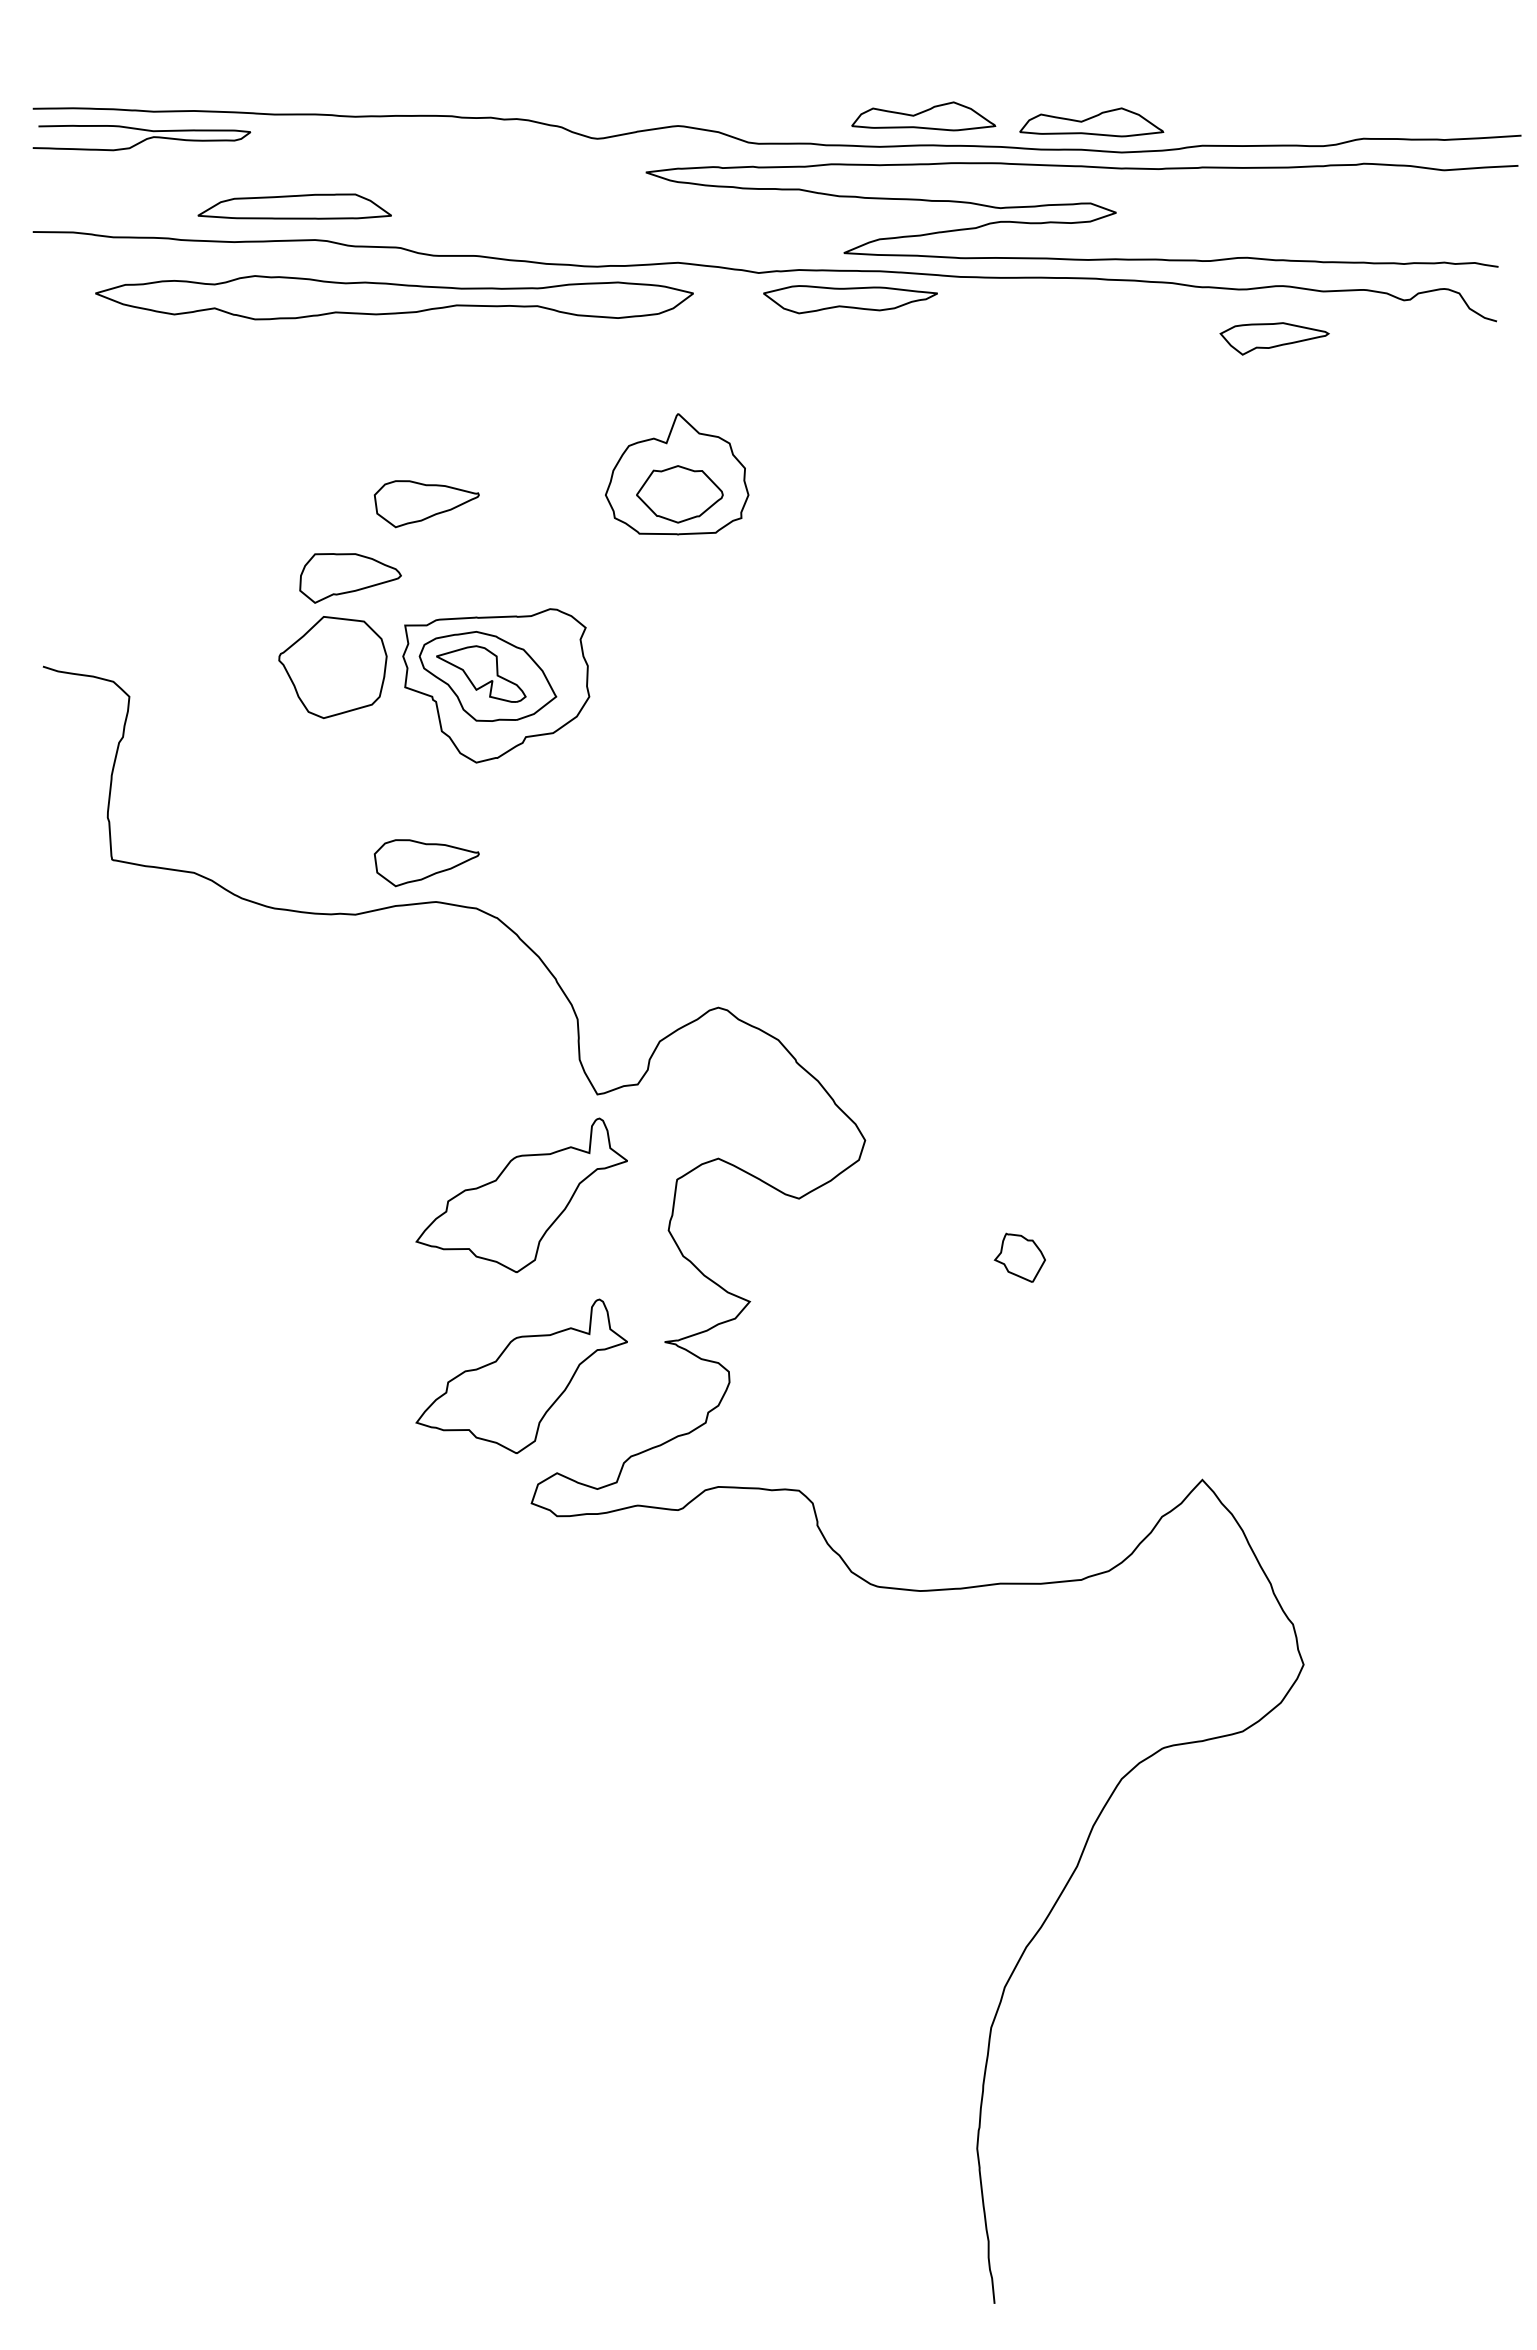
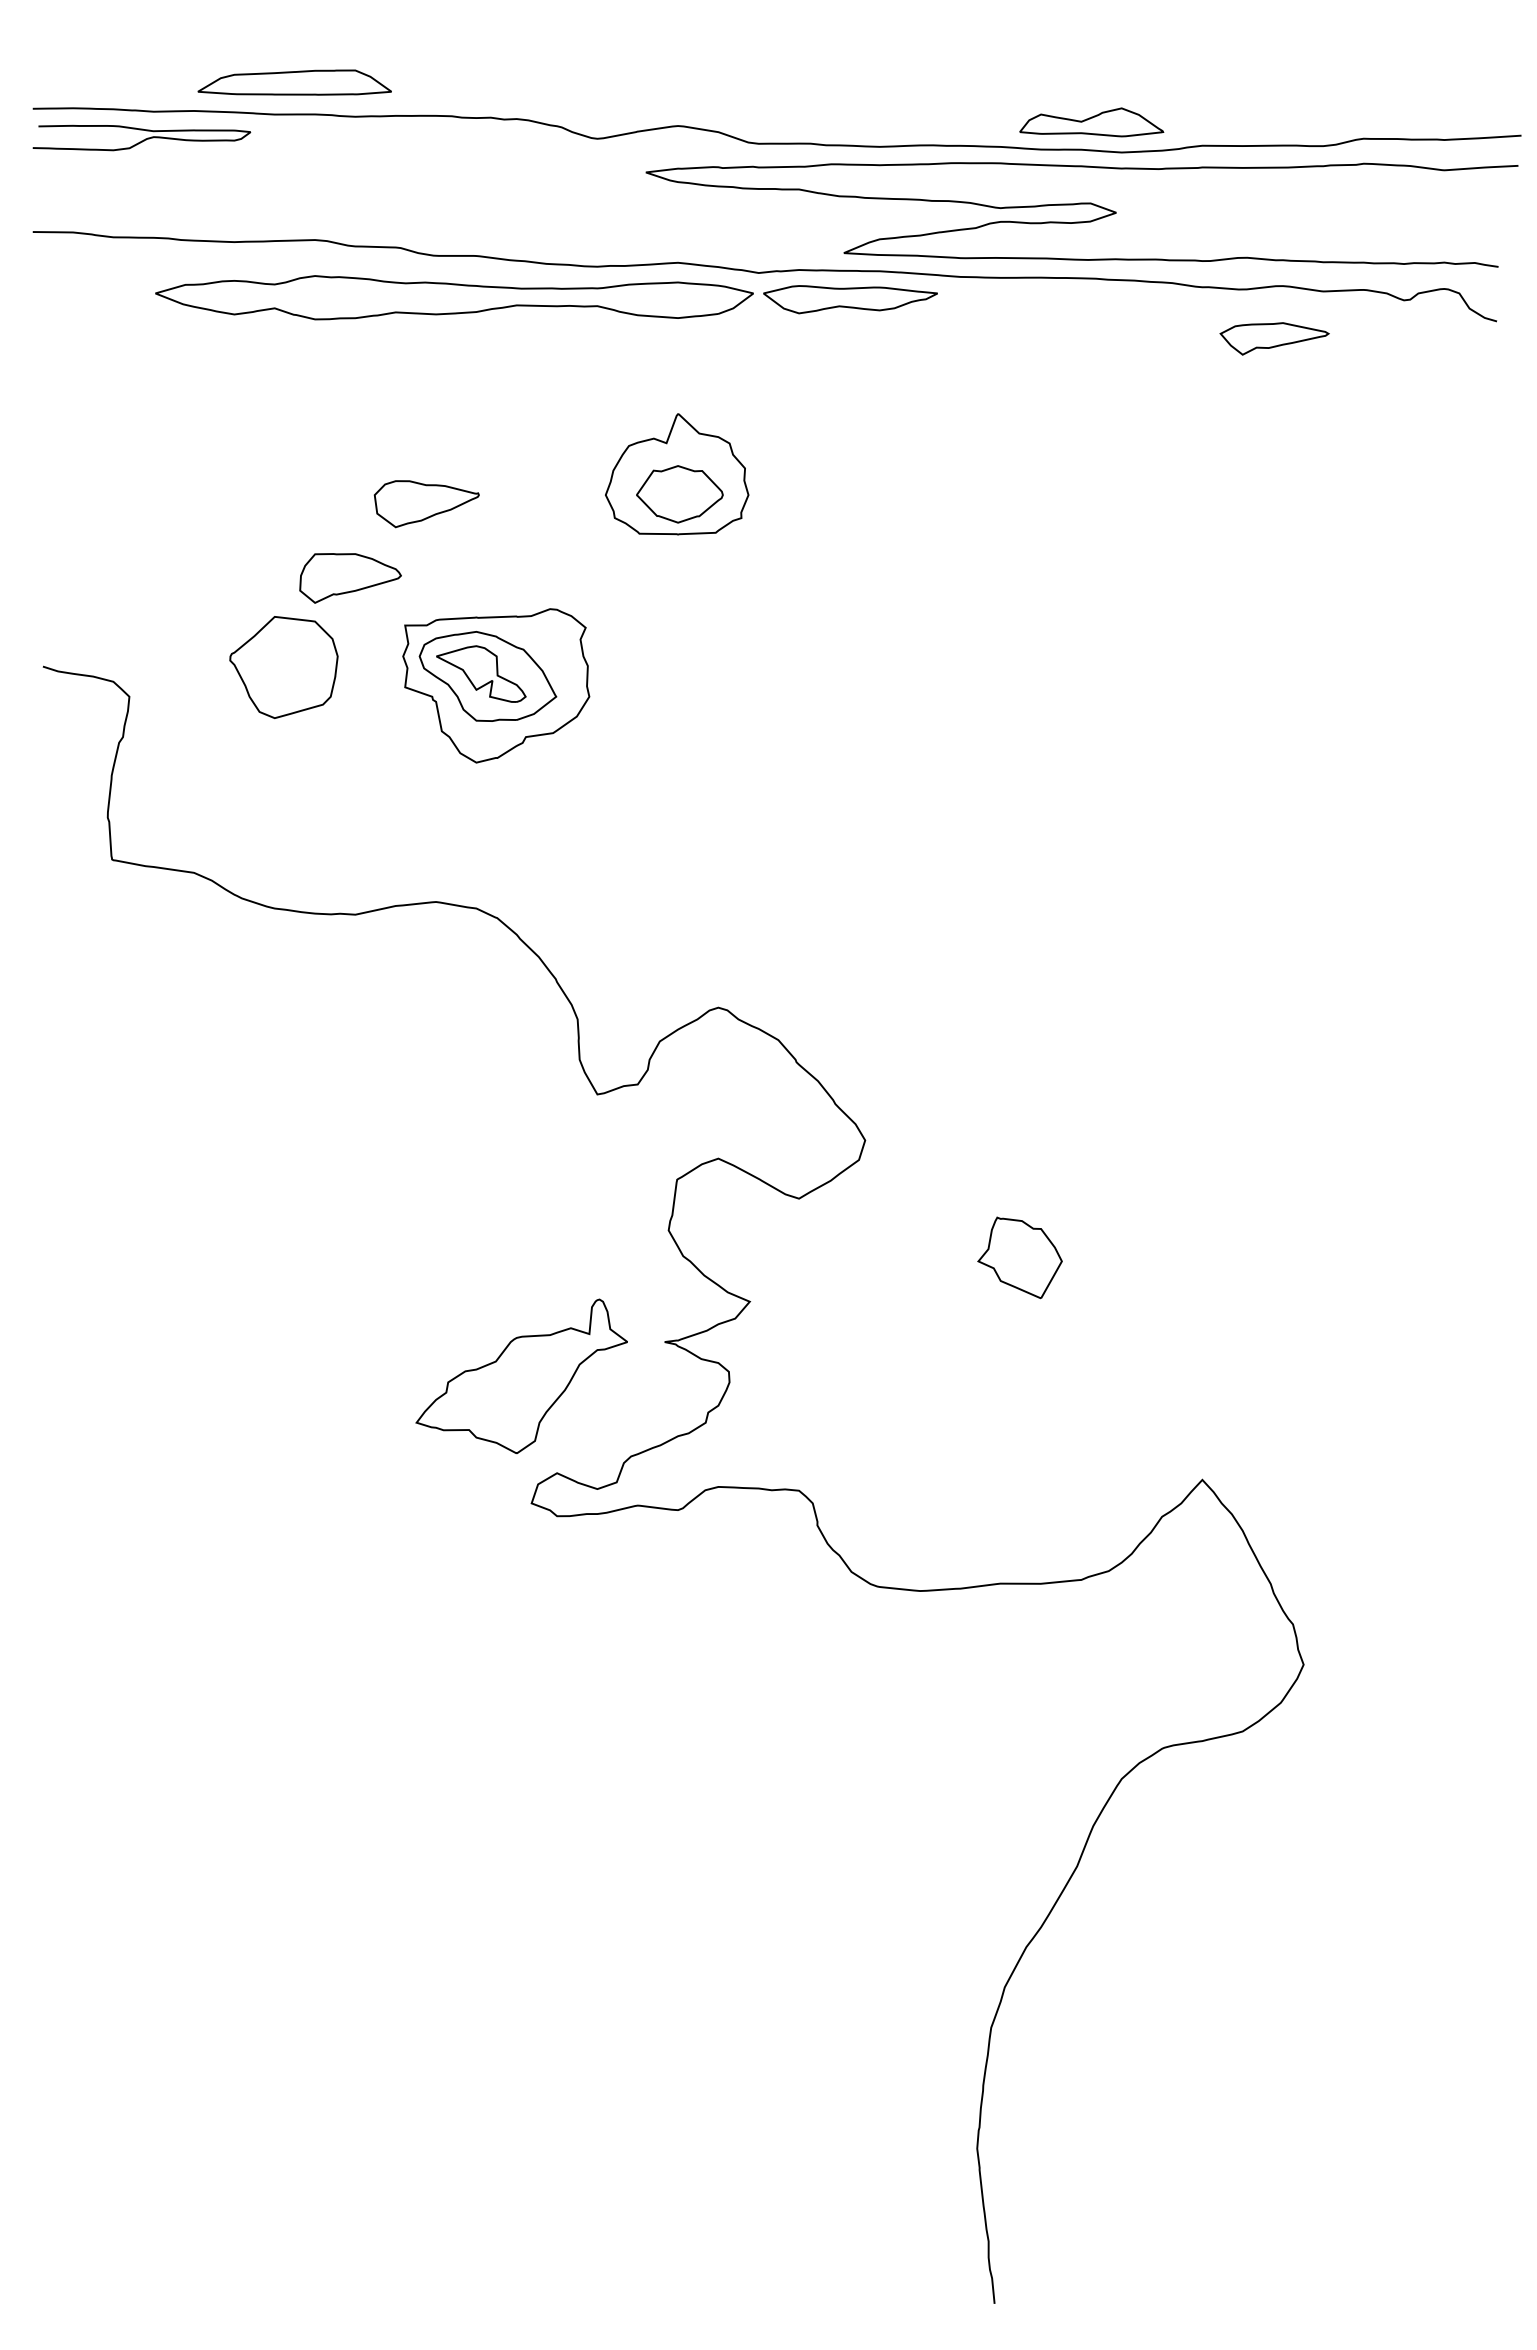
part at (923, 116): present -> none
part at (294, 206) position: (294, 206) -> (294, 82)
part at (394, 297) position: (394, 297) -> (454, 297)
part at (332, 667) position: (332, 667) -> (283, 667)
part at (426, 863): present -> none
part at (521, 1195): present -> none
part at (1019, 1257) size: 53x51 px -> 86x84 px
